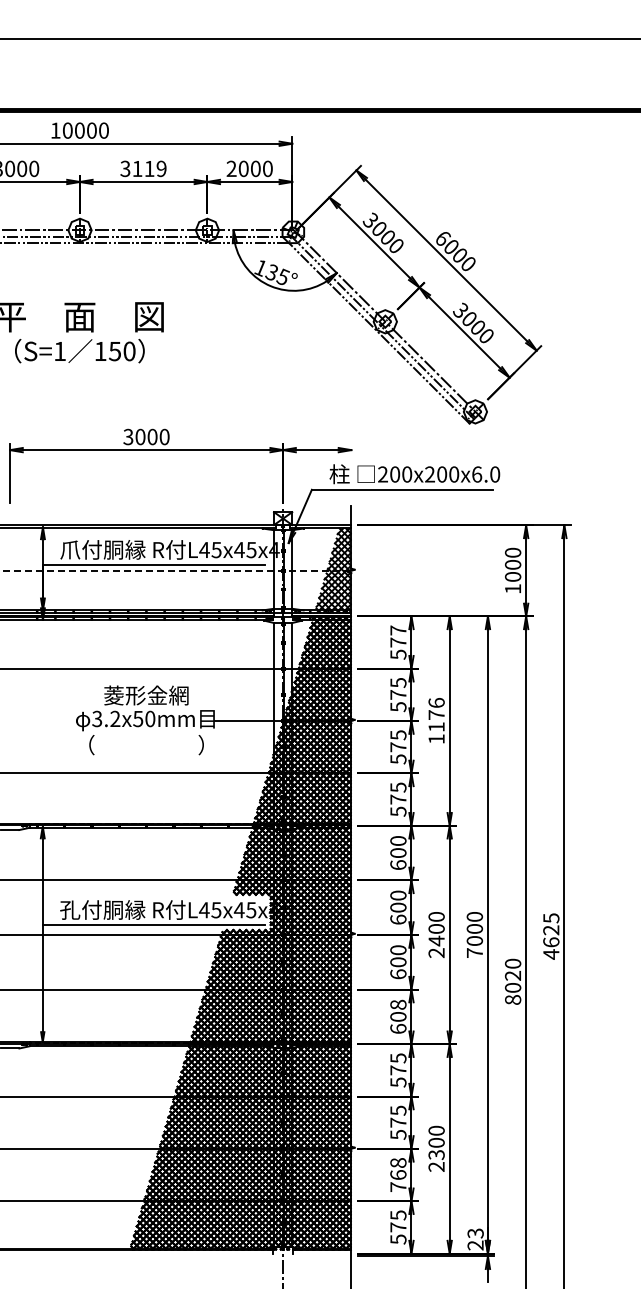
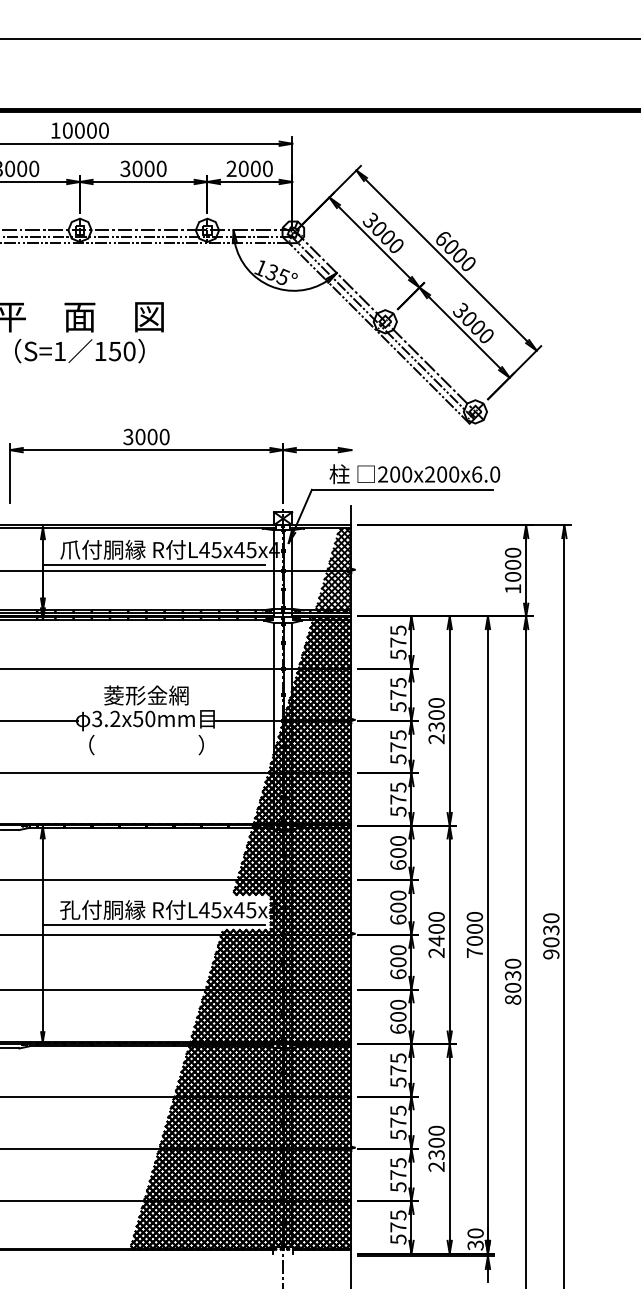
text at (149, 168): 3119 -> 3000
line at (176, 570): dashed -> solid
text at (398, 630): 577 -> 575
line at (40, 721): none -> present
text at (436, 721): 1176 -> 2300
text at (551, 936): 4625 -> 9030
text at (513, 975): 8020 -> 8030
text at (398, 1004): 608 -> 600
text at (398, 1175): 768 -> 575
text at (475, 1239): 23 -> 30
